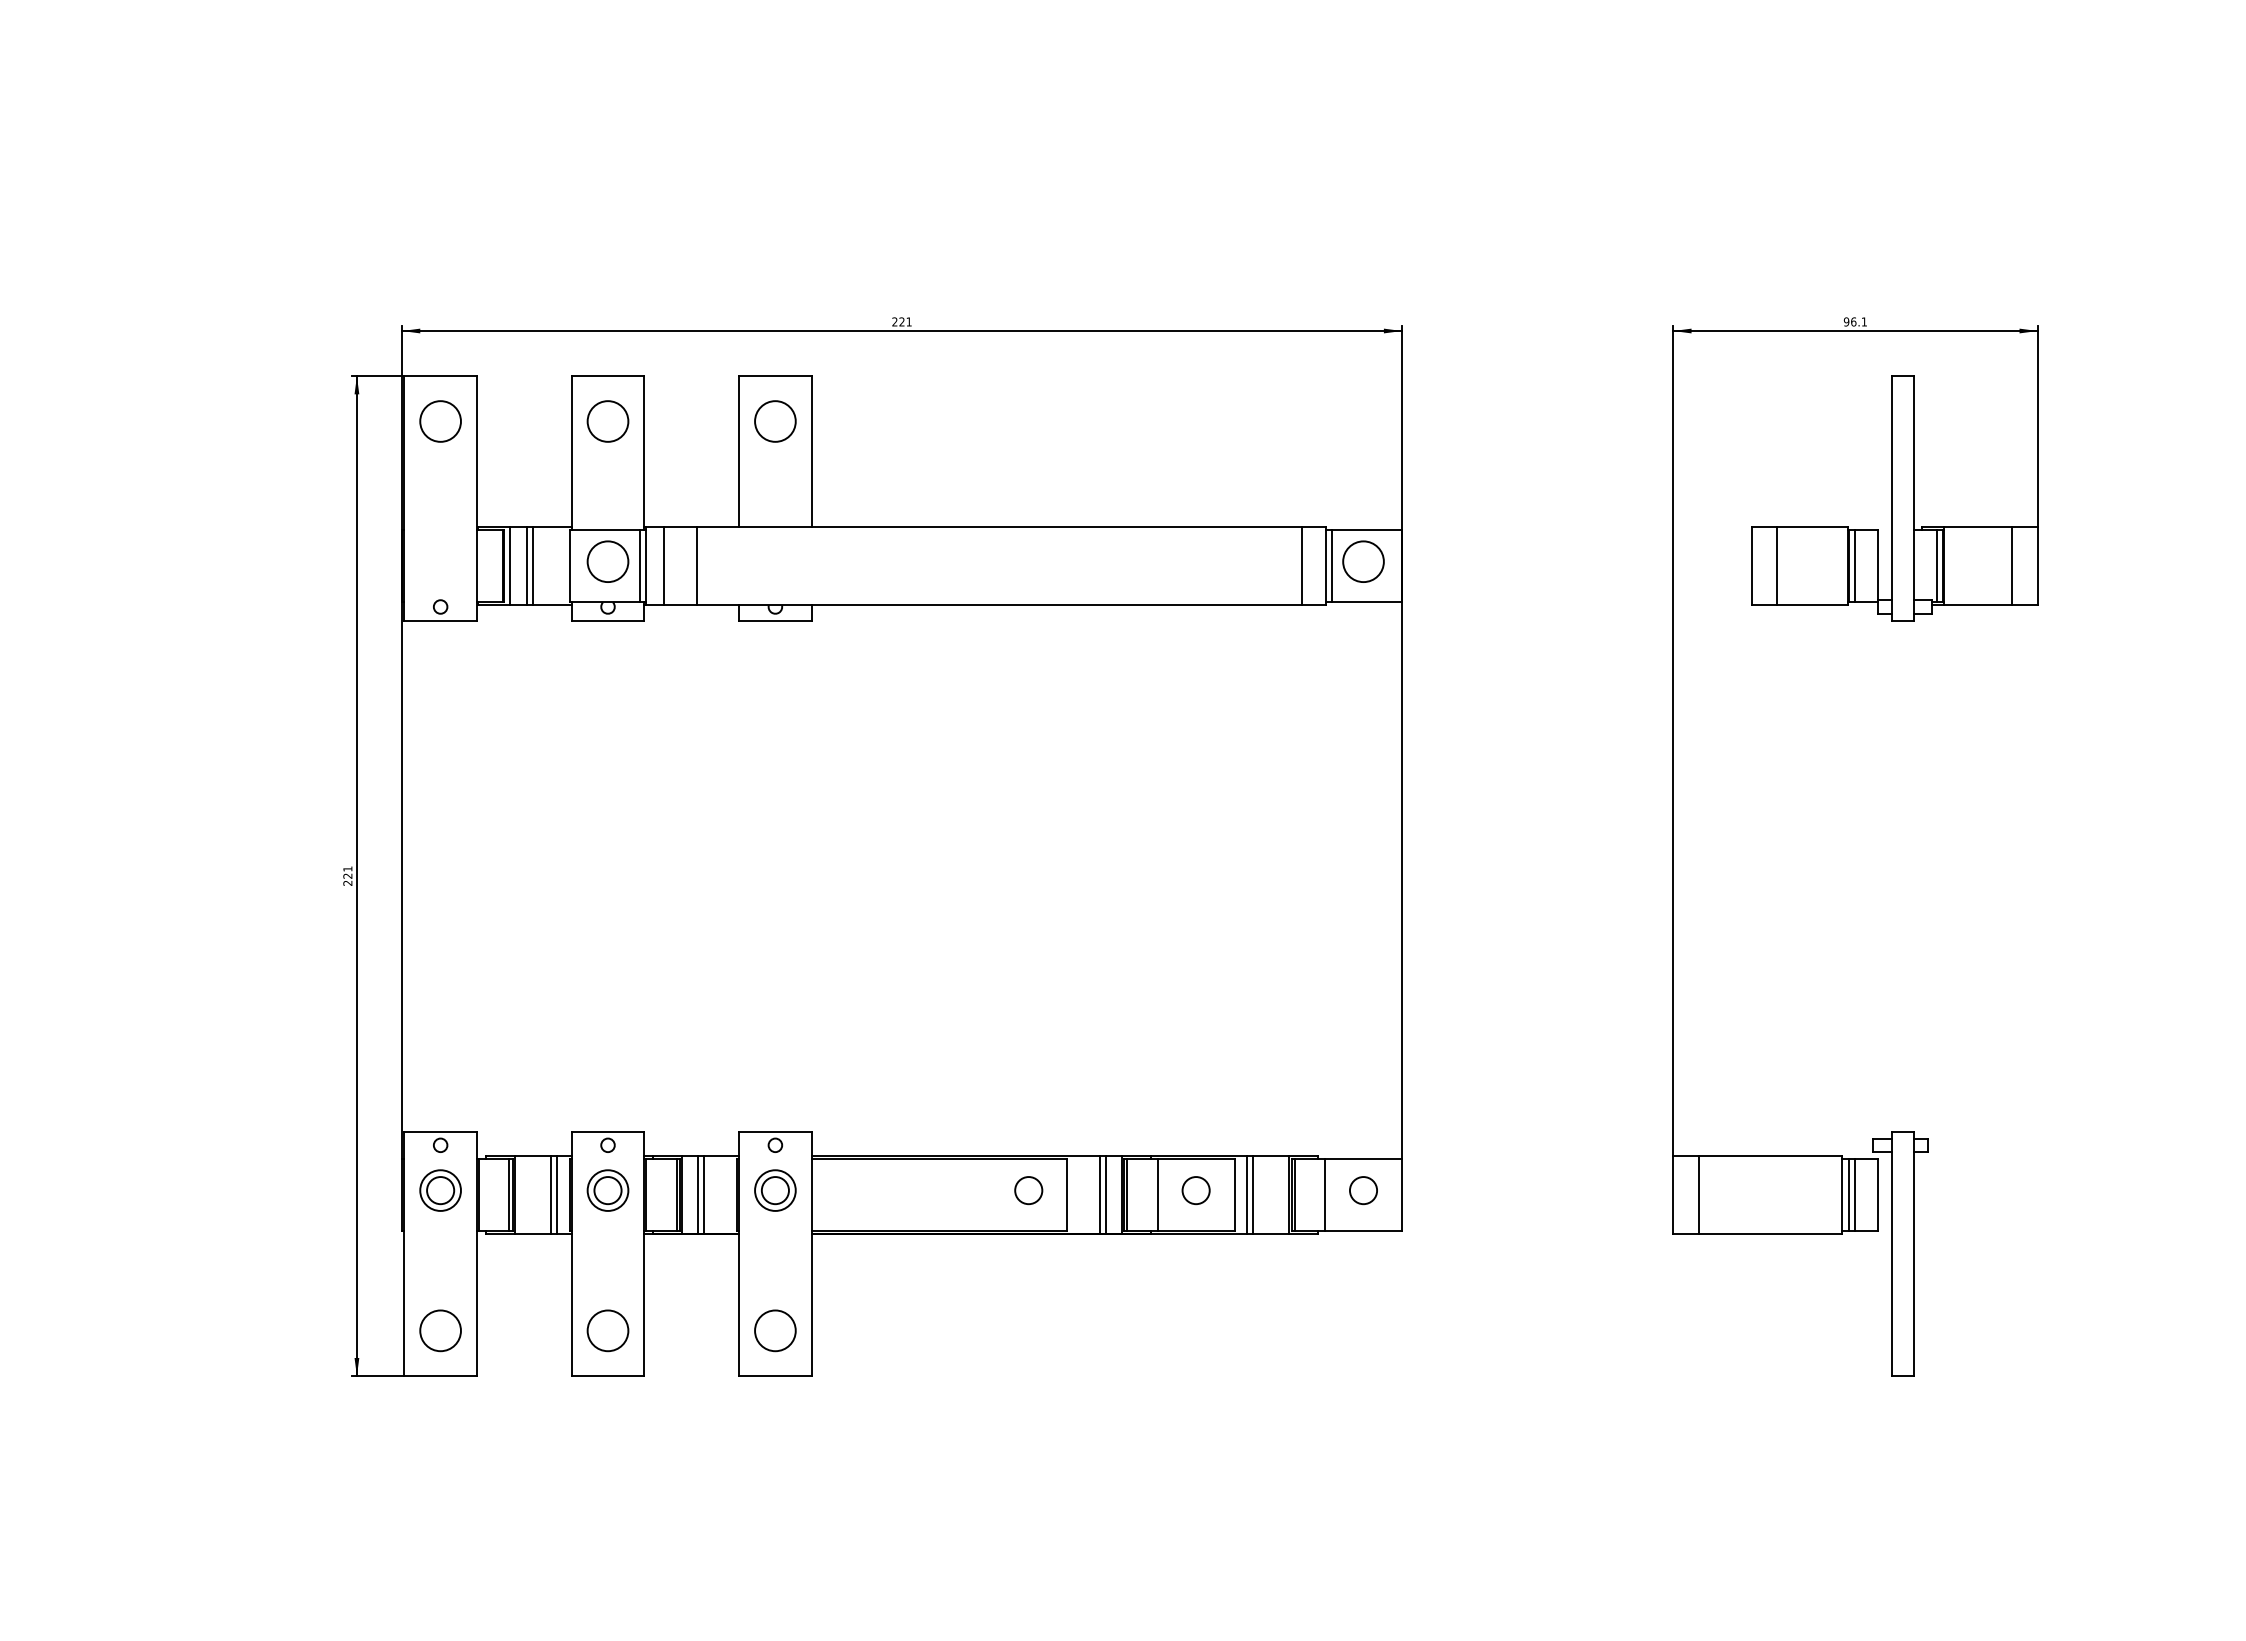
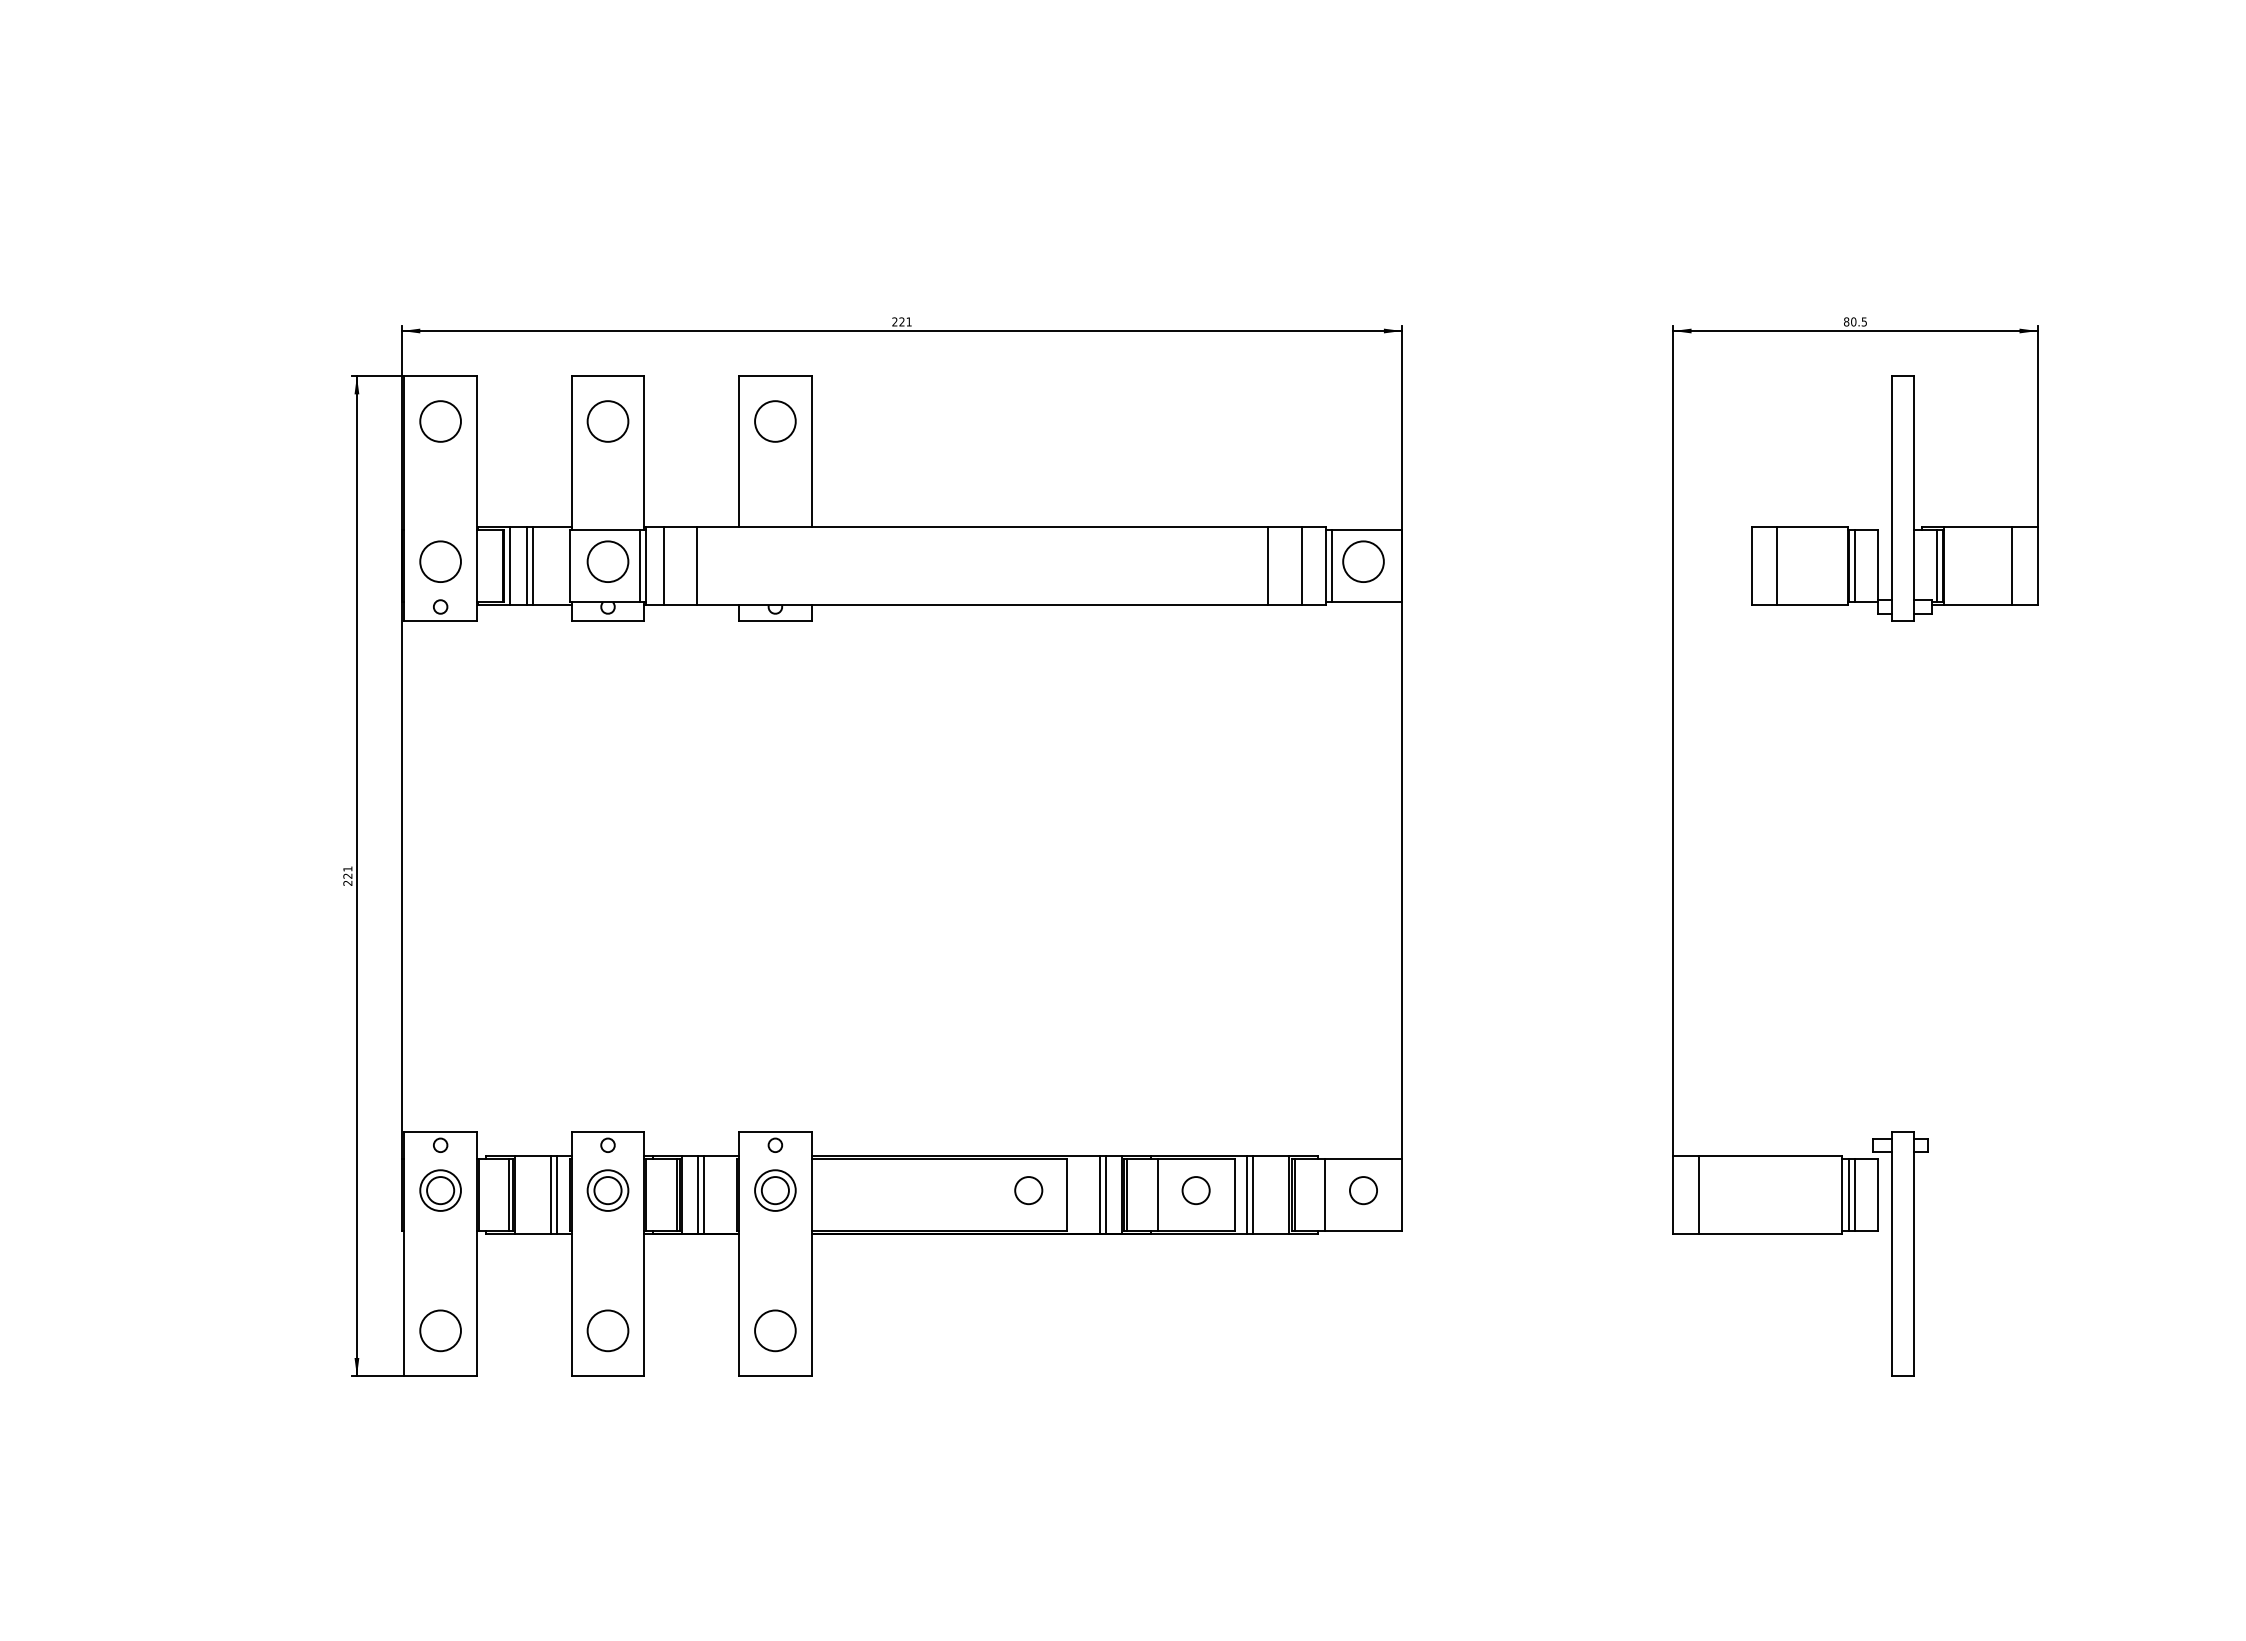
text at (1854, 321): 96.1 -> 80.5
circle at (440, 561): none -> present
line at (1268, 566): none -> present
